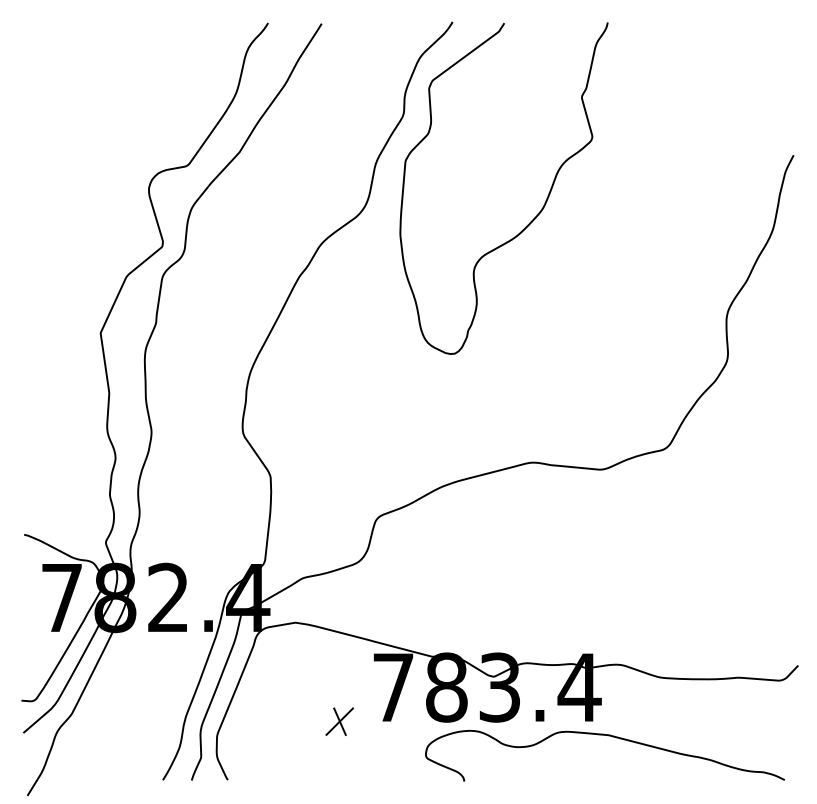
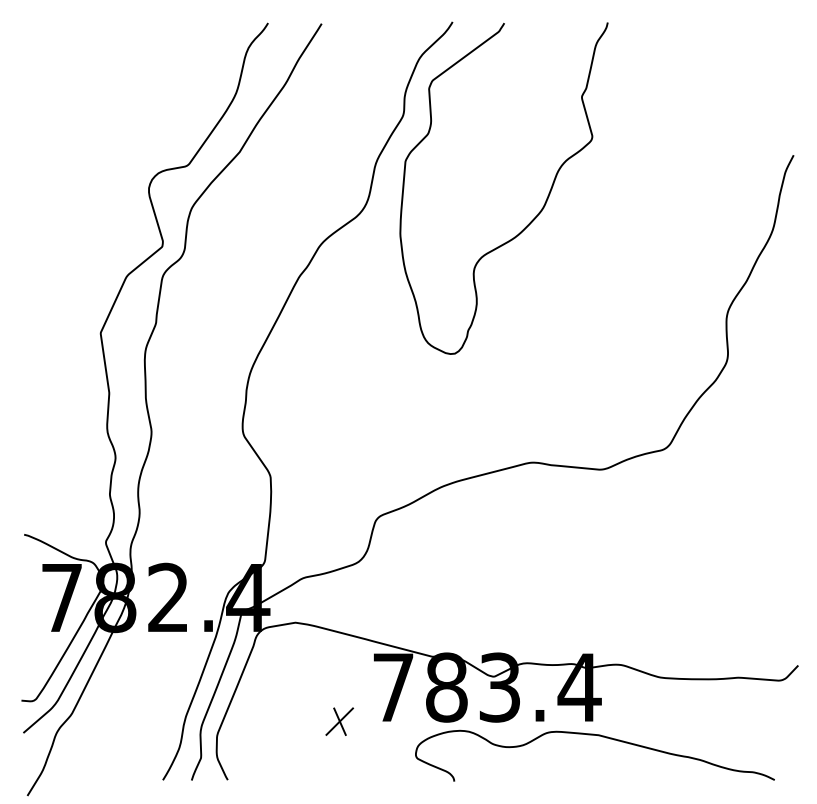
curve at (608, 736) position: (608, 736) -> (598, 736)
